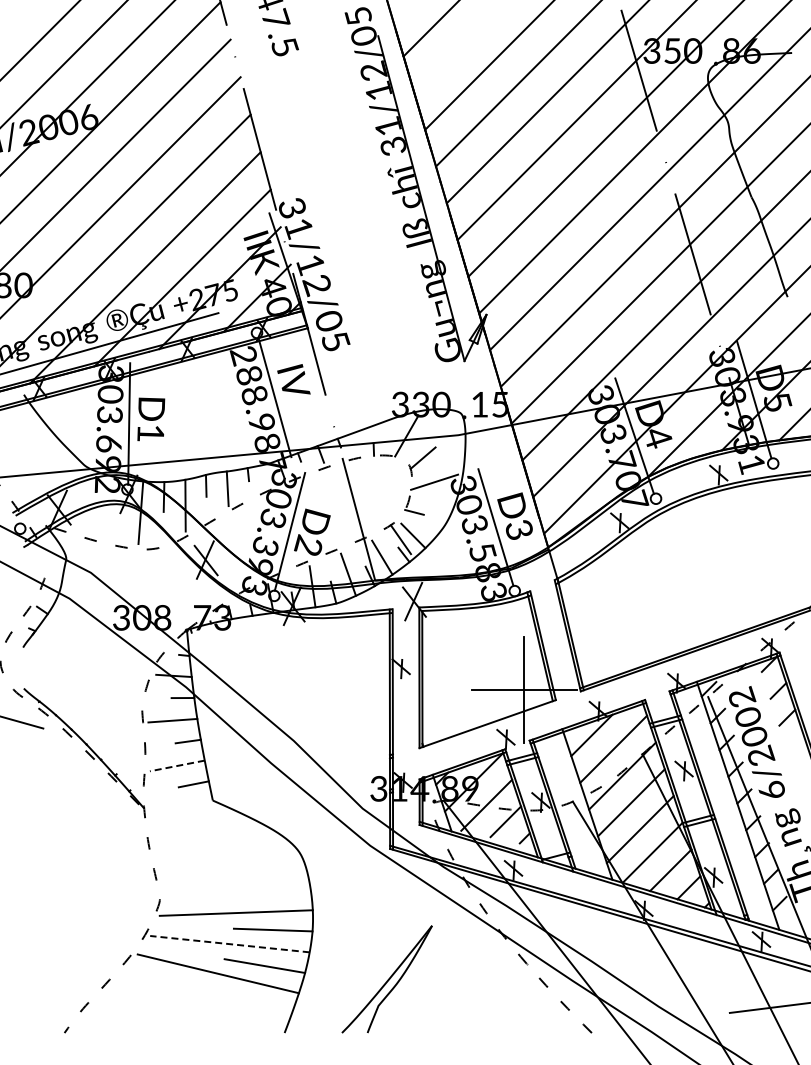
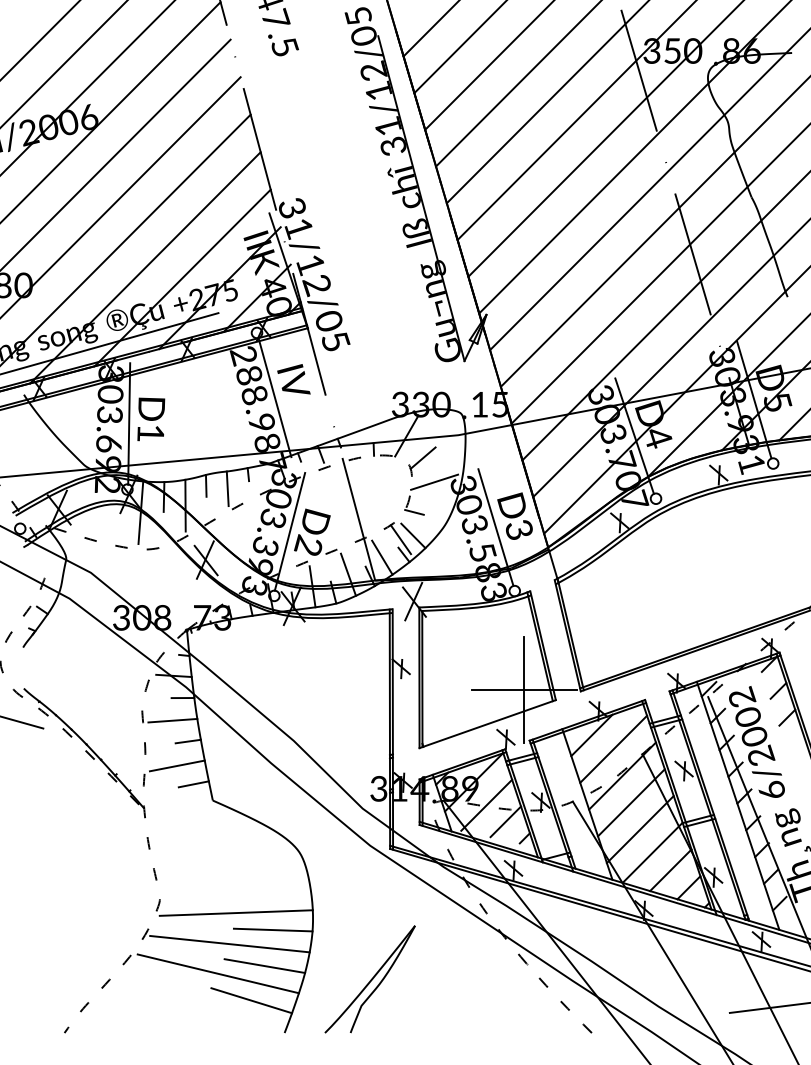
line at (459, 47): none -> present
line at (177, 765): dashed -> solid
line at (229, 944): dashed -> solid
part at (386, 979) position: (386, 979) -> (369, 979)
line at (251, 1000): none -> present
